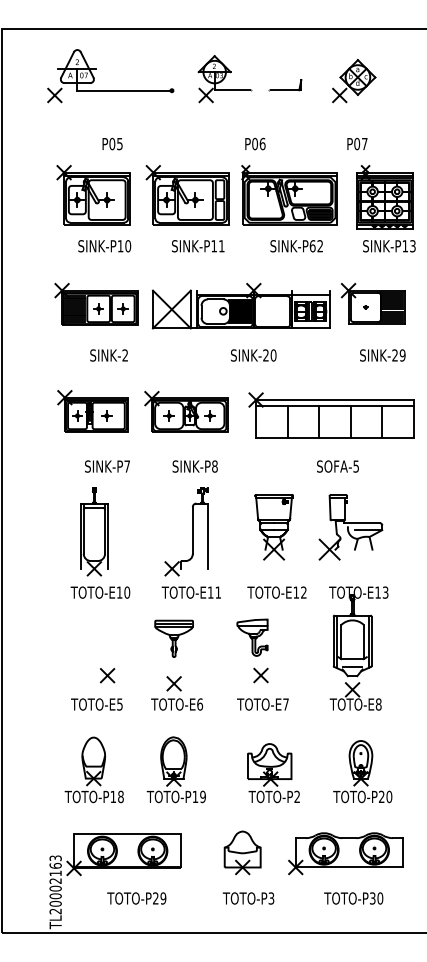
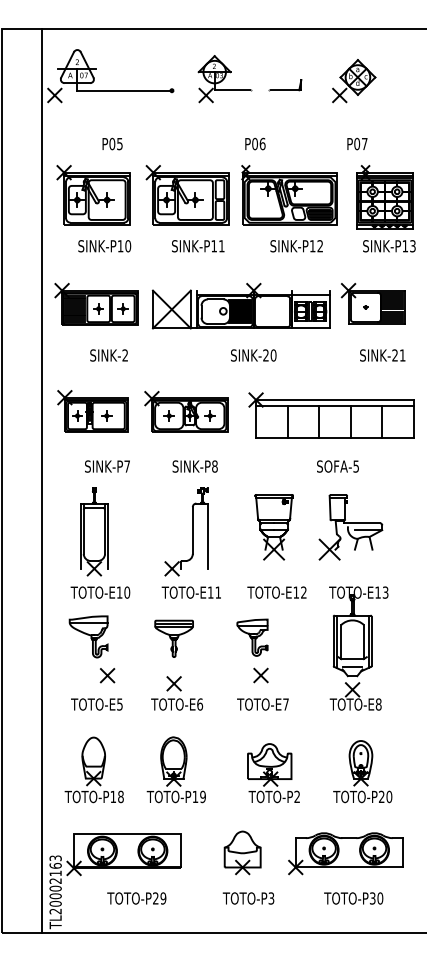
text at (312, 246): SINK-P62 -> SINK-P12
text at (402, 355): SINK-29 -> SINK-21
line at (42, 480): none -> present
part at (88, 636): none -> present
